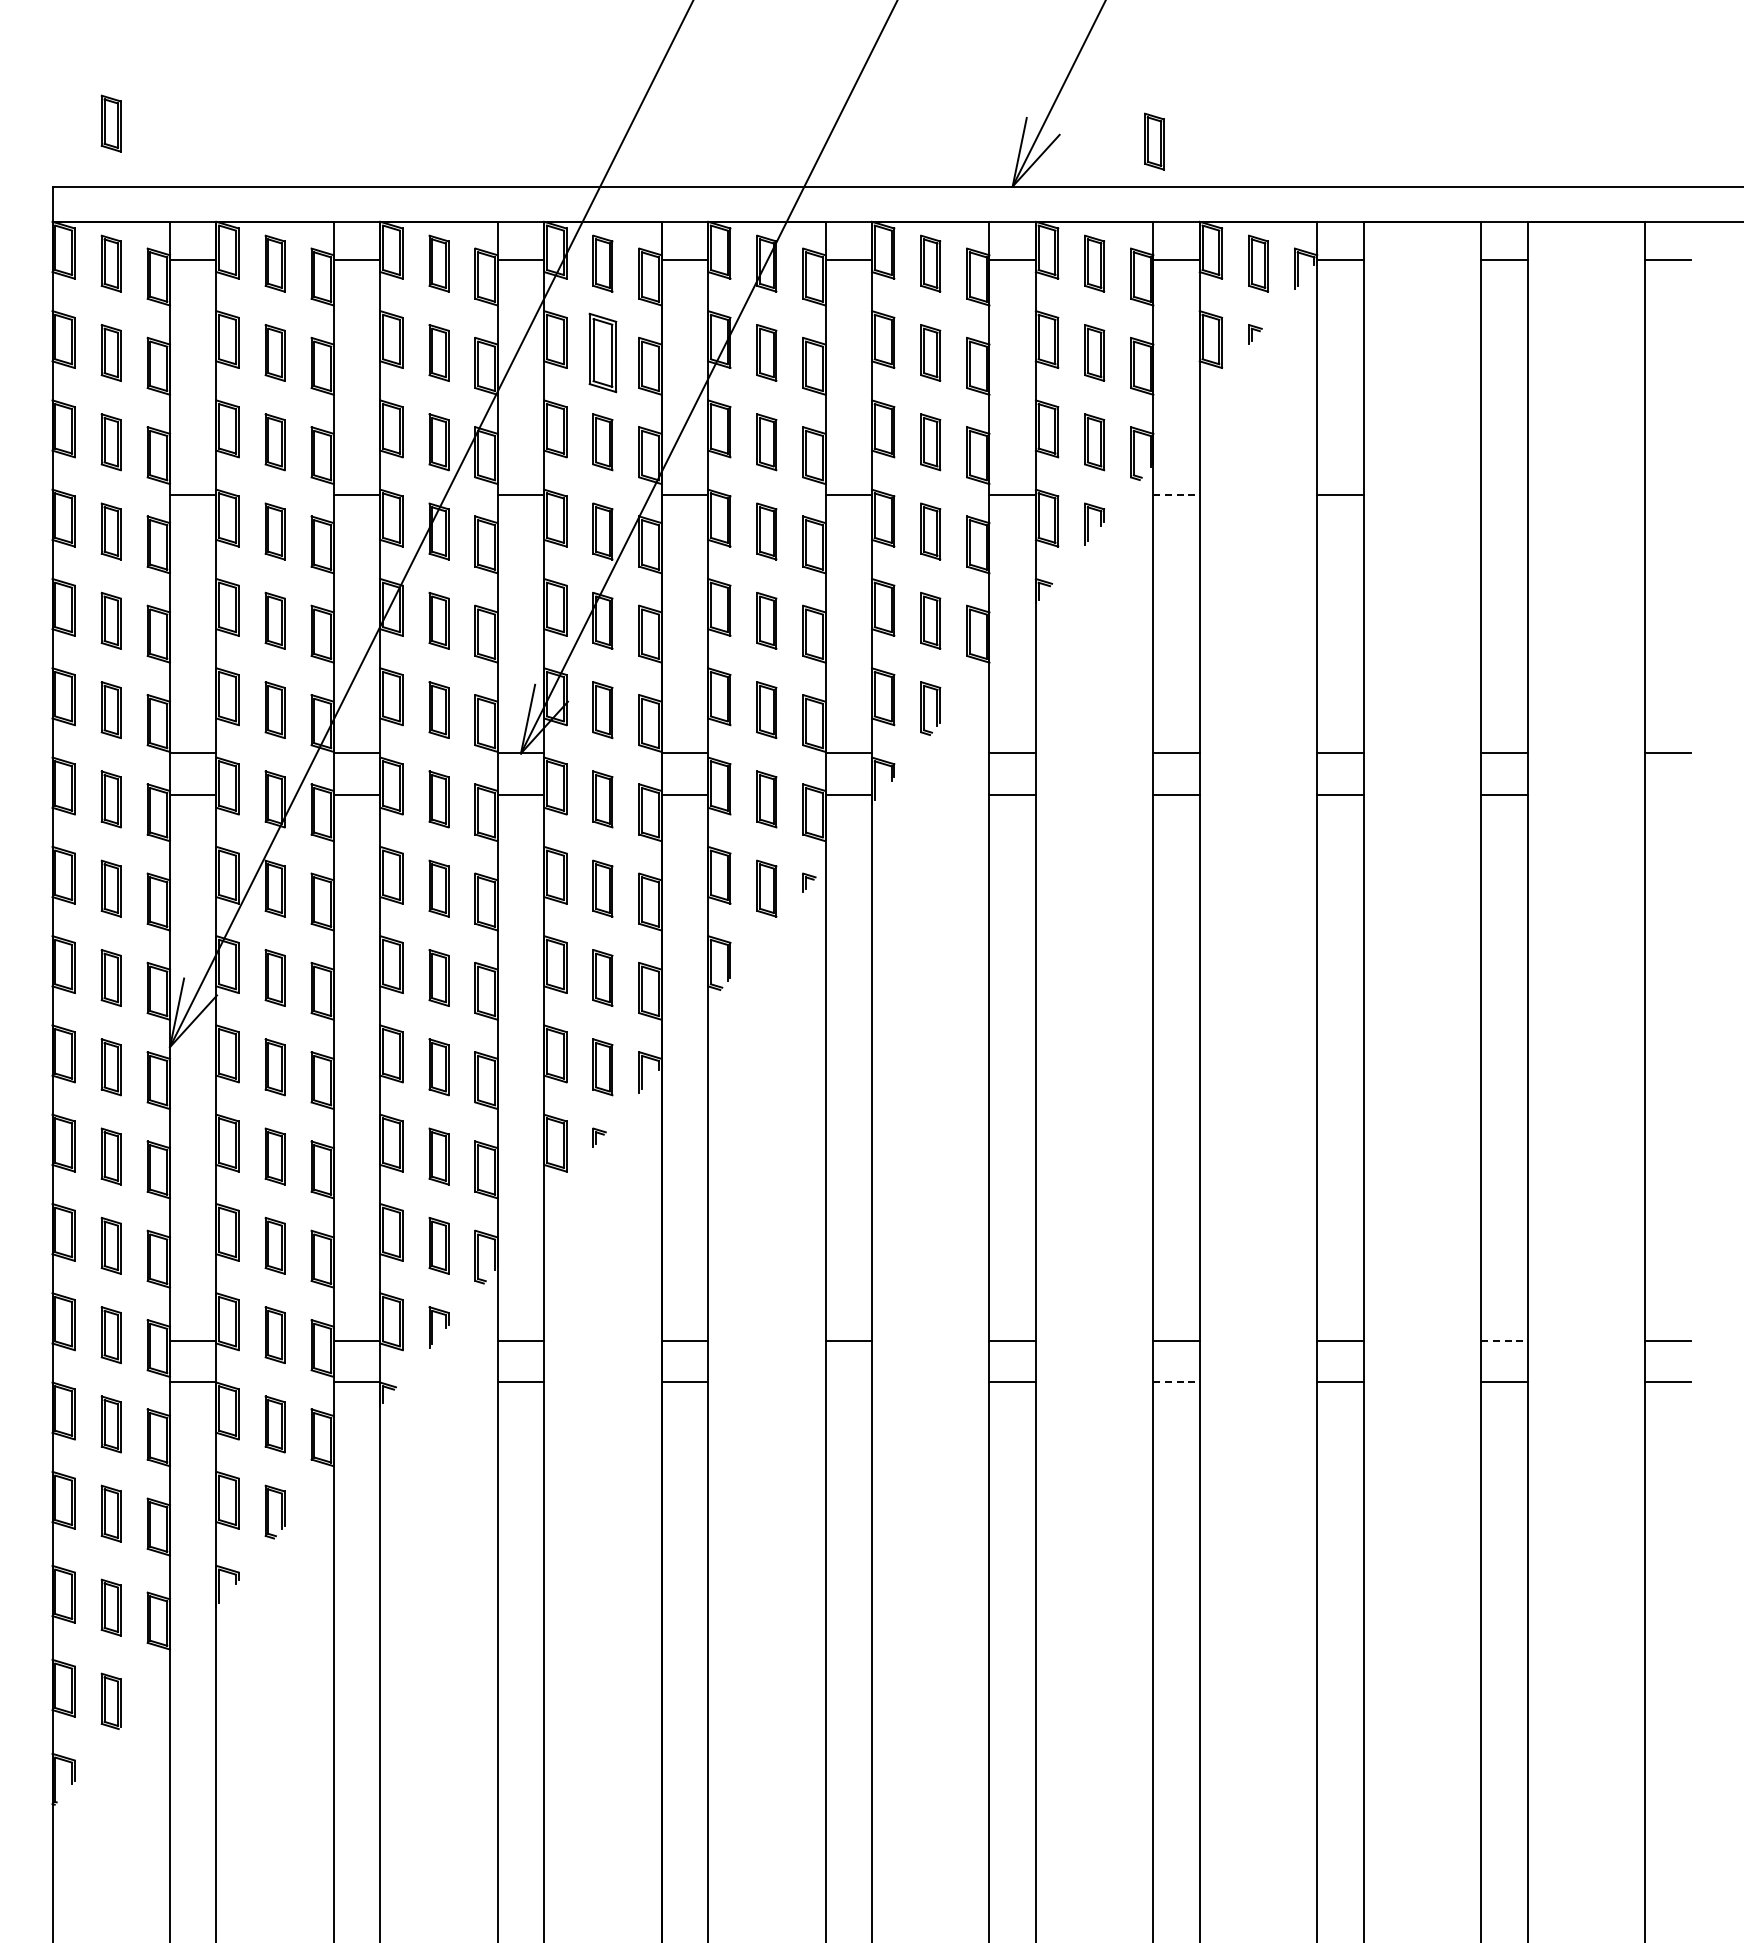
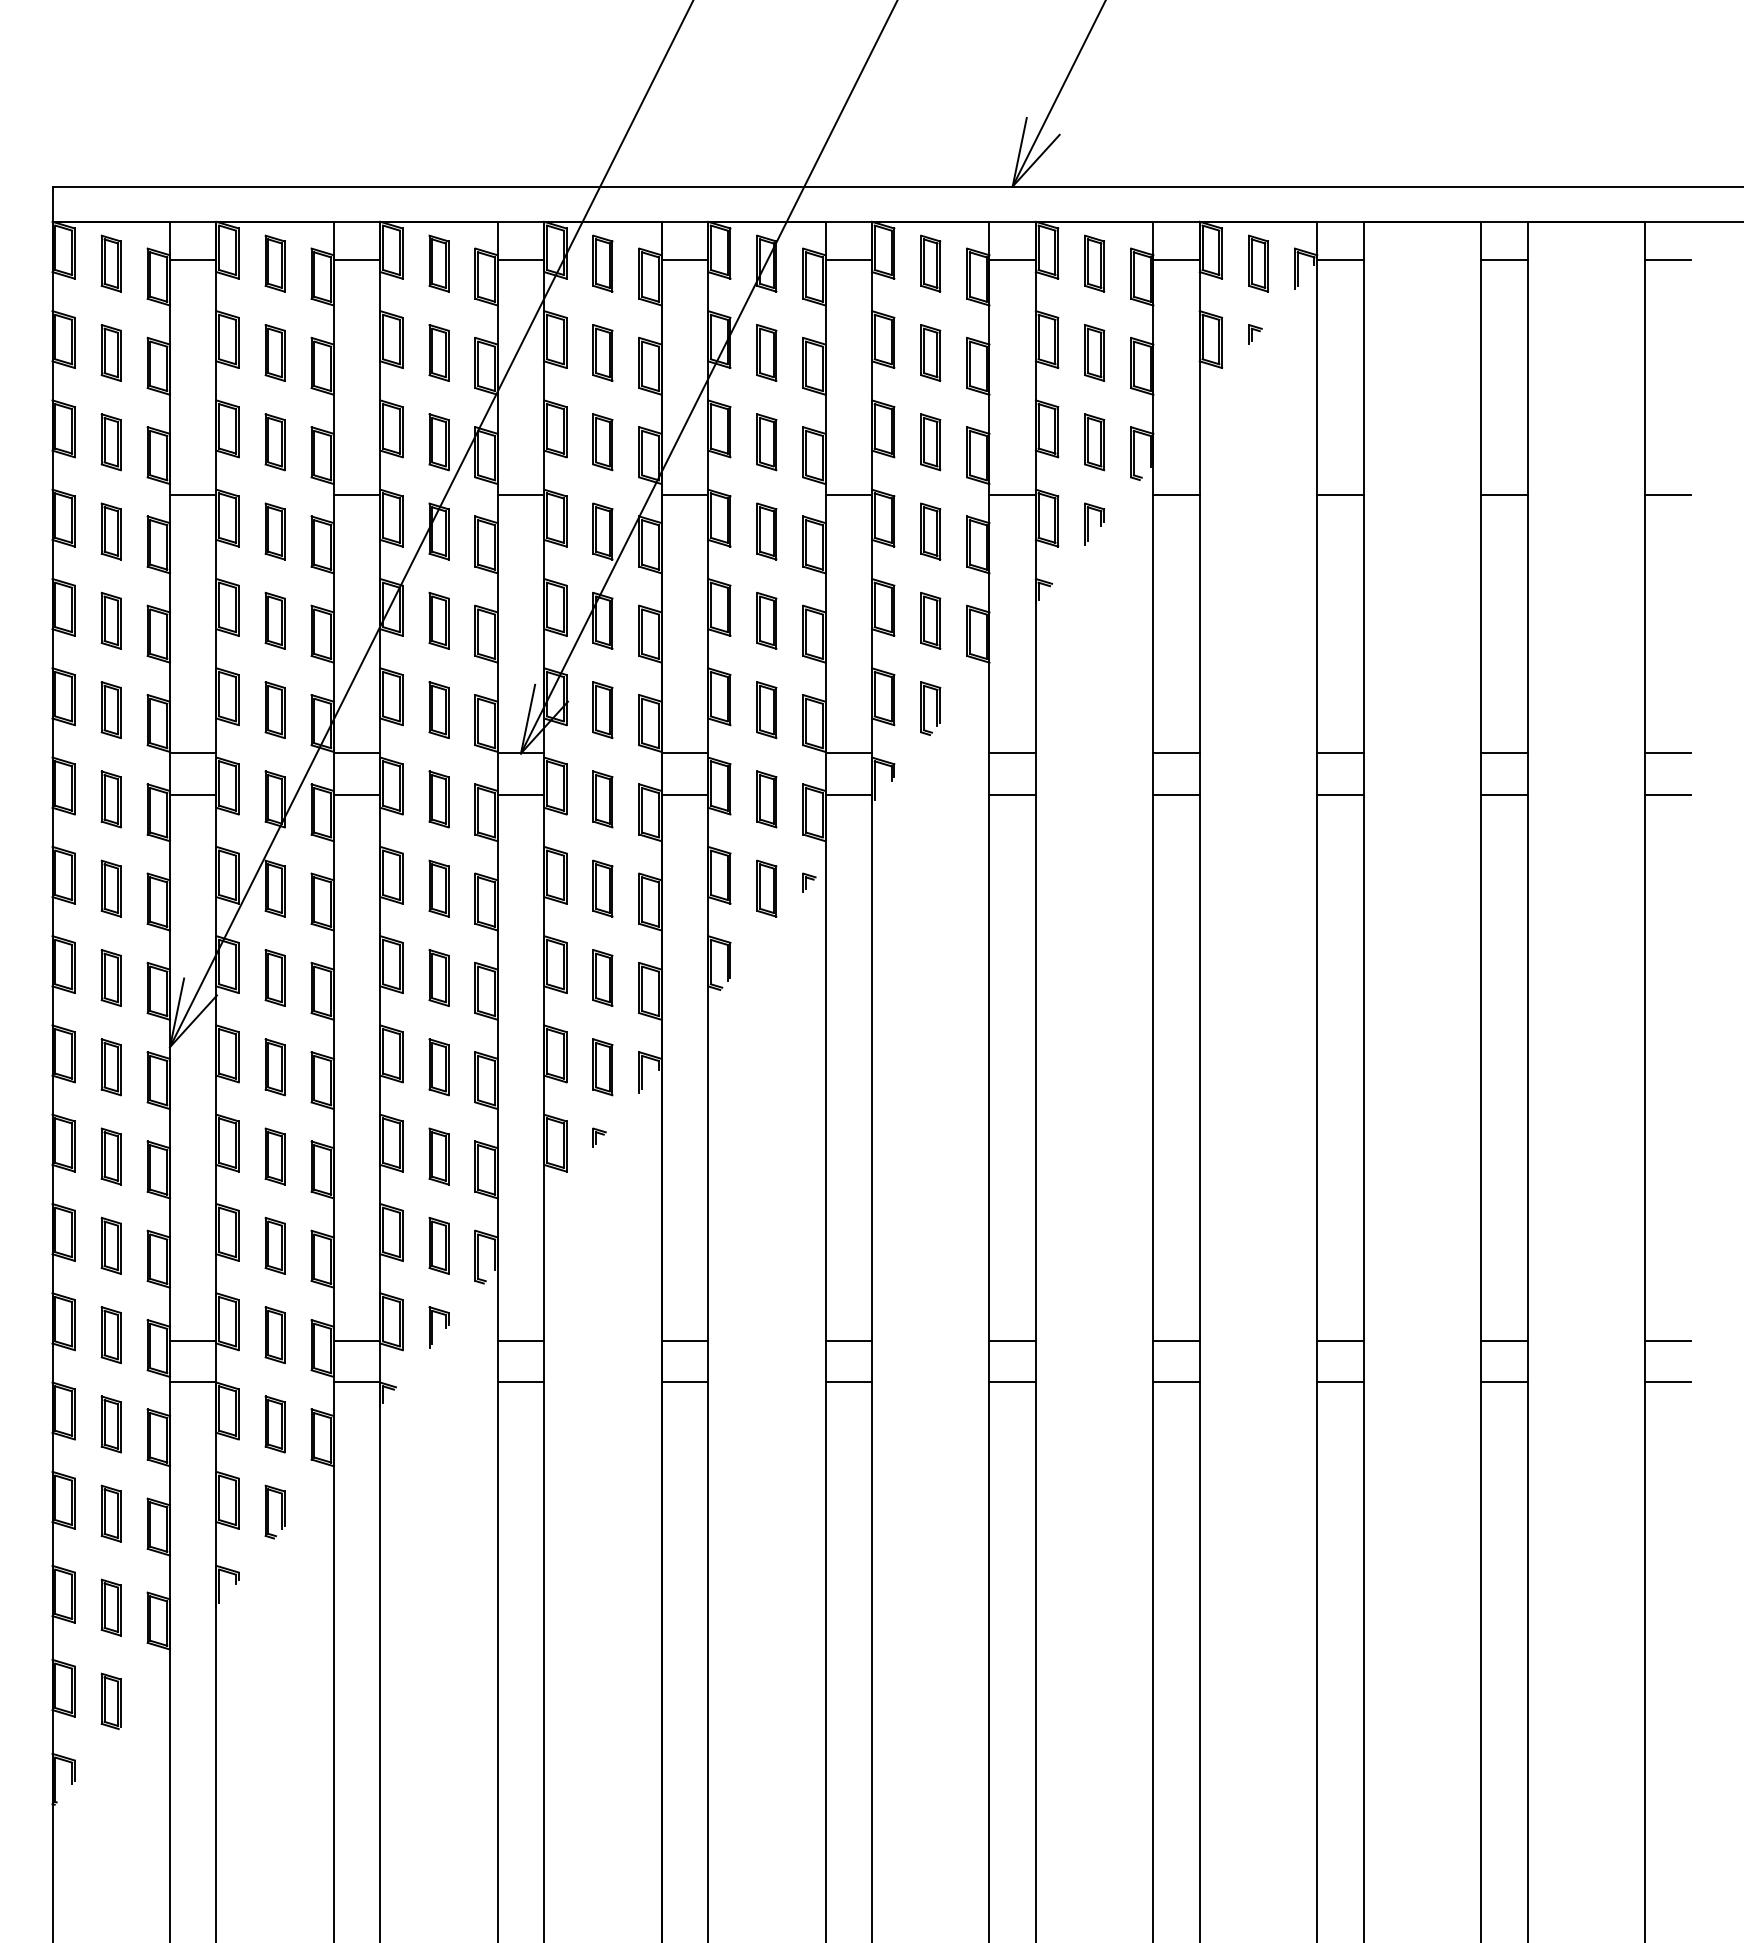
part at (110, 123): present -> none
part at (1154, 141): present -> none
part at (602, 352) size: 30x82 px -> 22x58 px
line at (1177, 494): dashed -> solid
line at (1504, 494): none -> present
line at (1668, 494): none -> present
line at (1668, 794): none -> present
line at (1504, 1340): dashed -> solid
line at (848, 1381): none -> present
line at (1177, 1381): dashed -> solid
